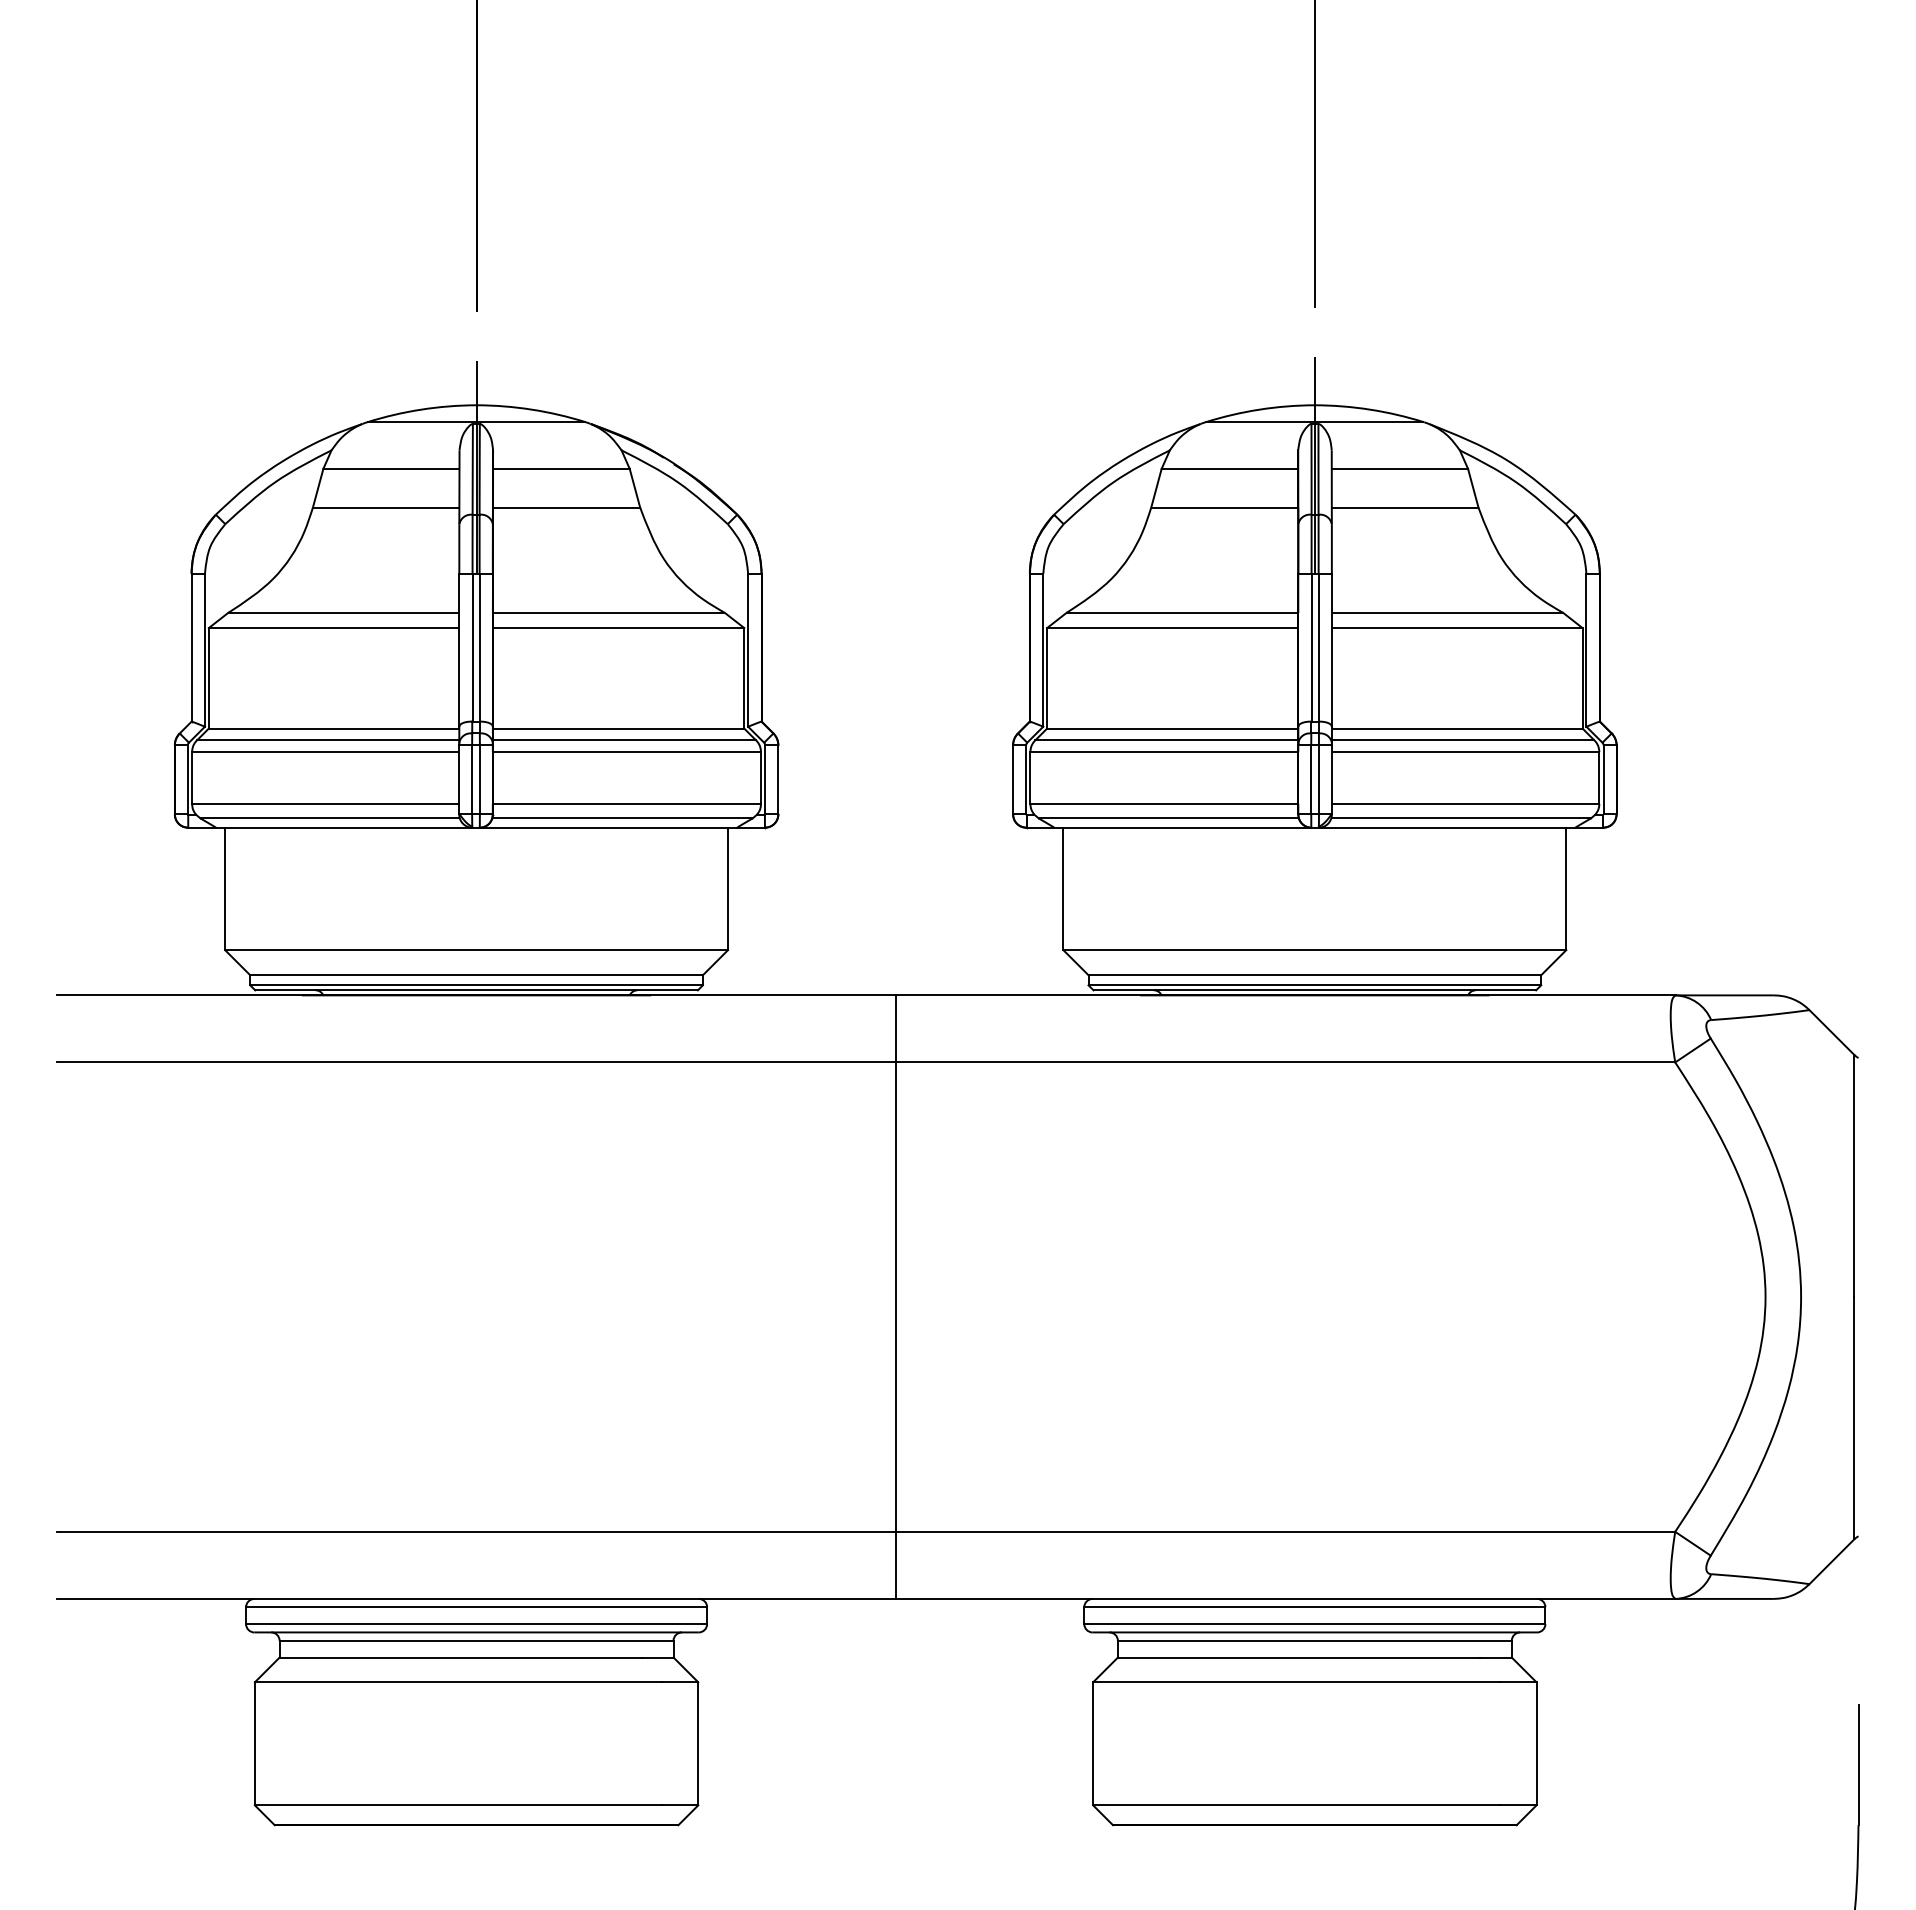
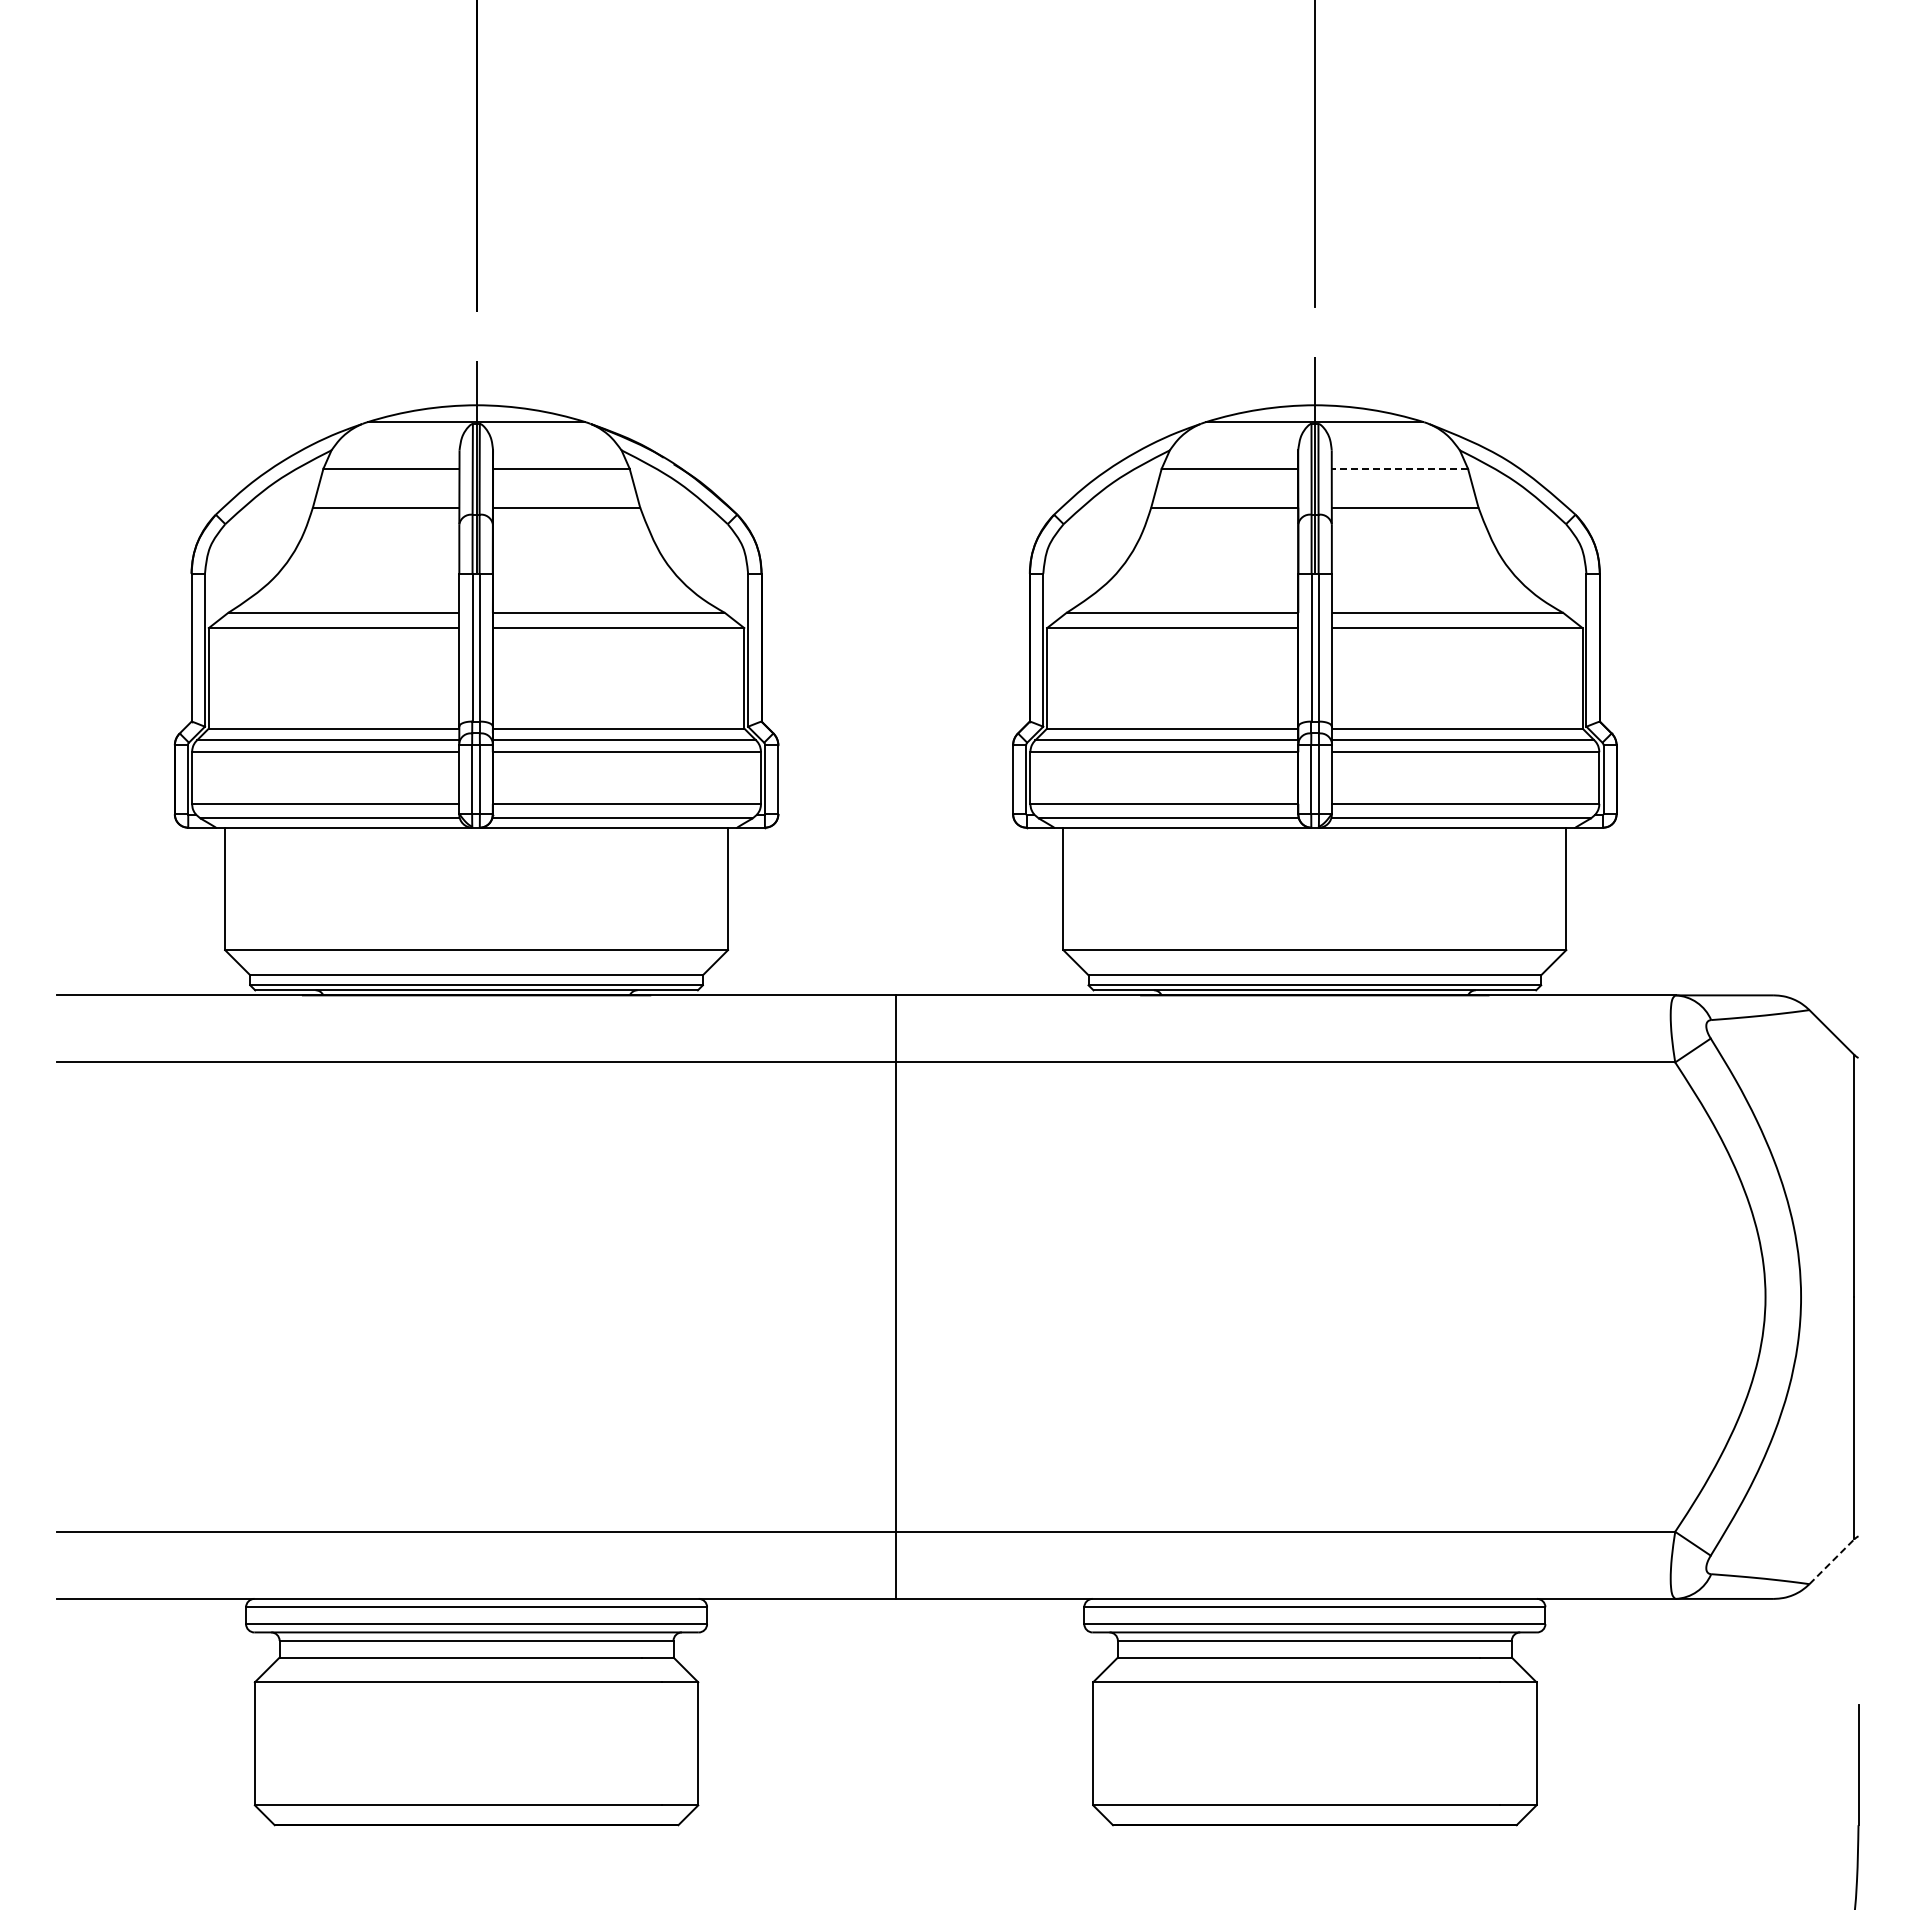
line at (1399, 468): solid -> dashed
line at (1831, 1561): solid -> dashed
